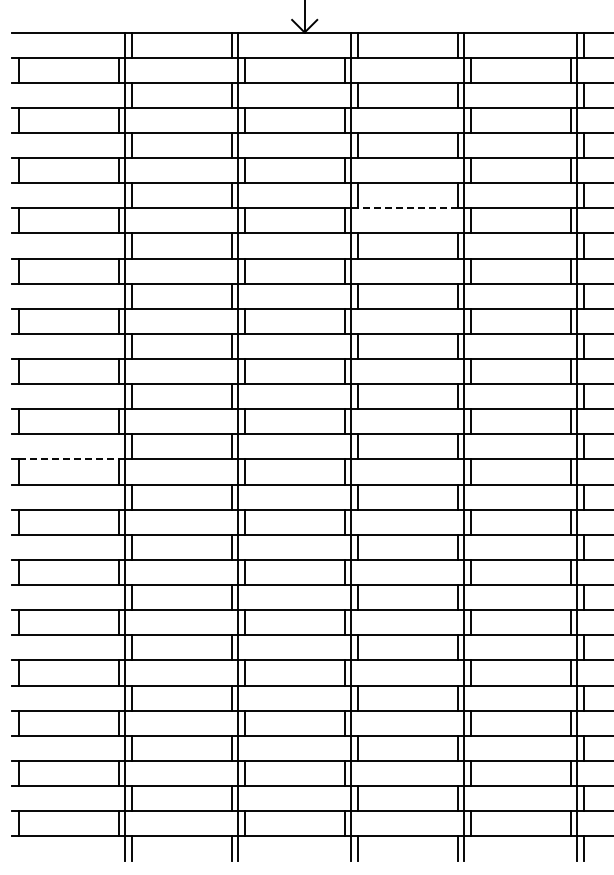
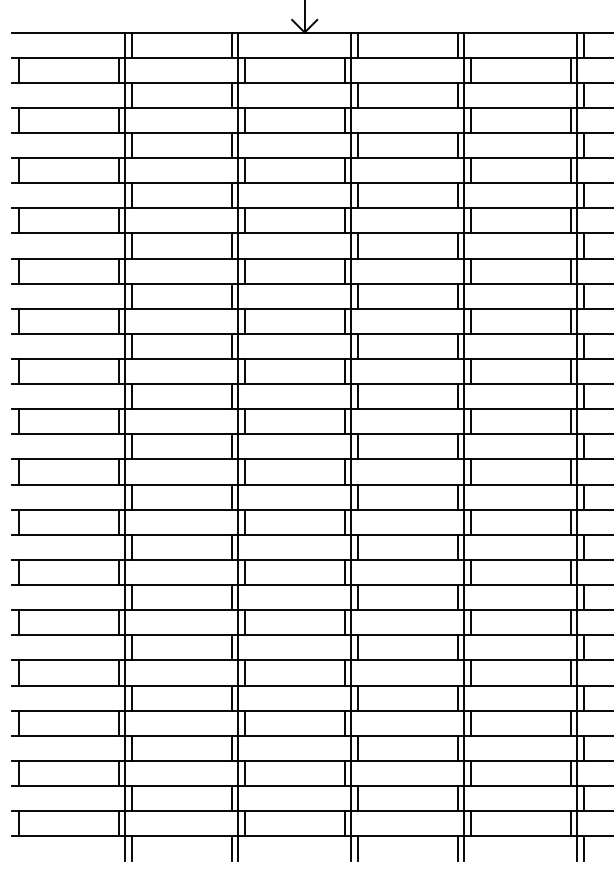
line at (407, 208): dashed -> solid
line at (69, 459): dashed -> solid
